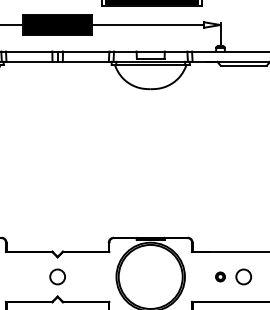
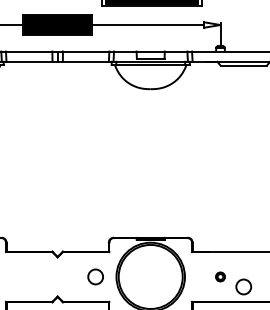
circle at (57, 276) position: (57, 276) -> (95, 276)
circle at (243, 276) position: (243, 276) -> (243, 286)
